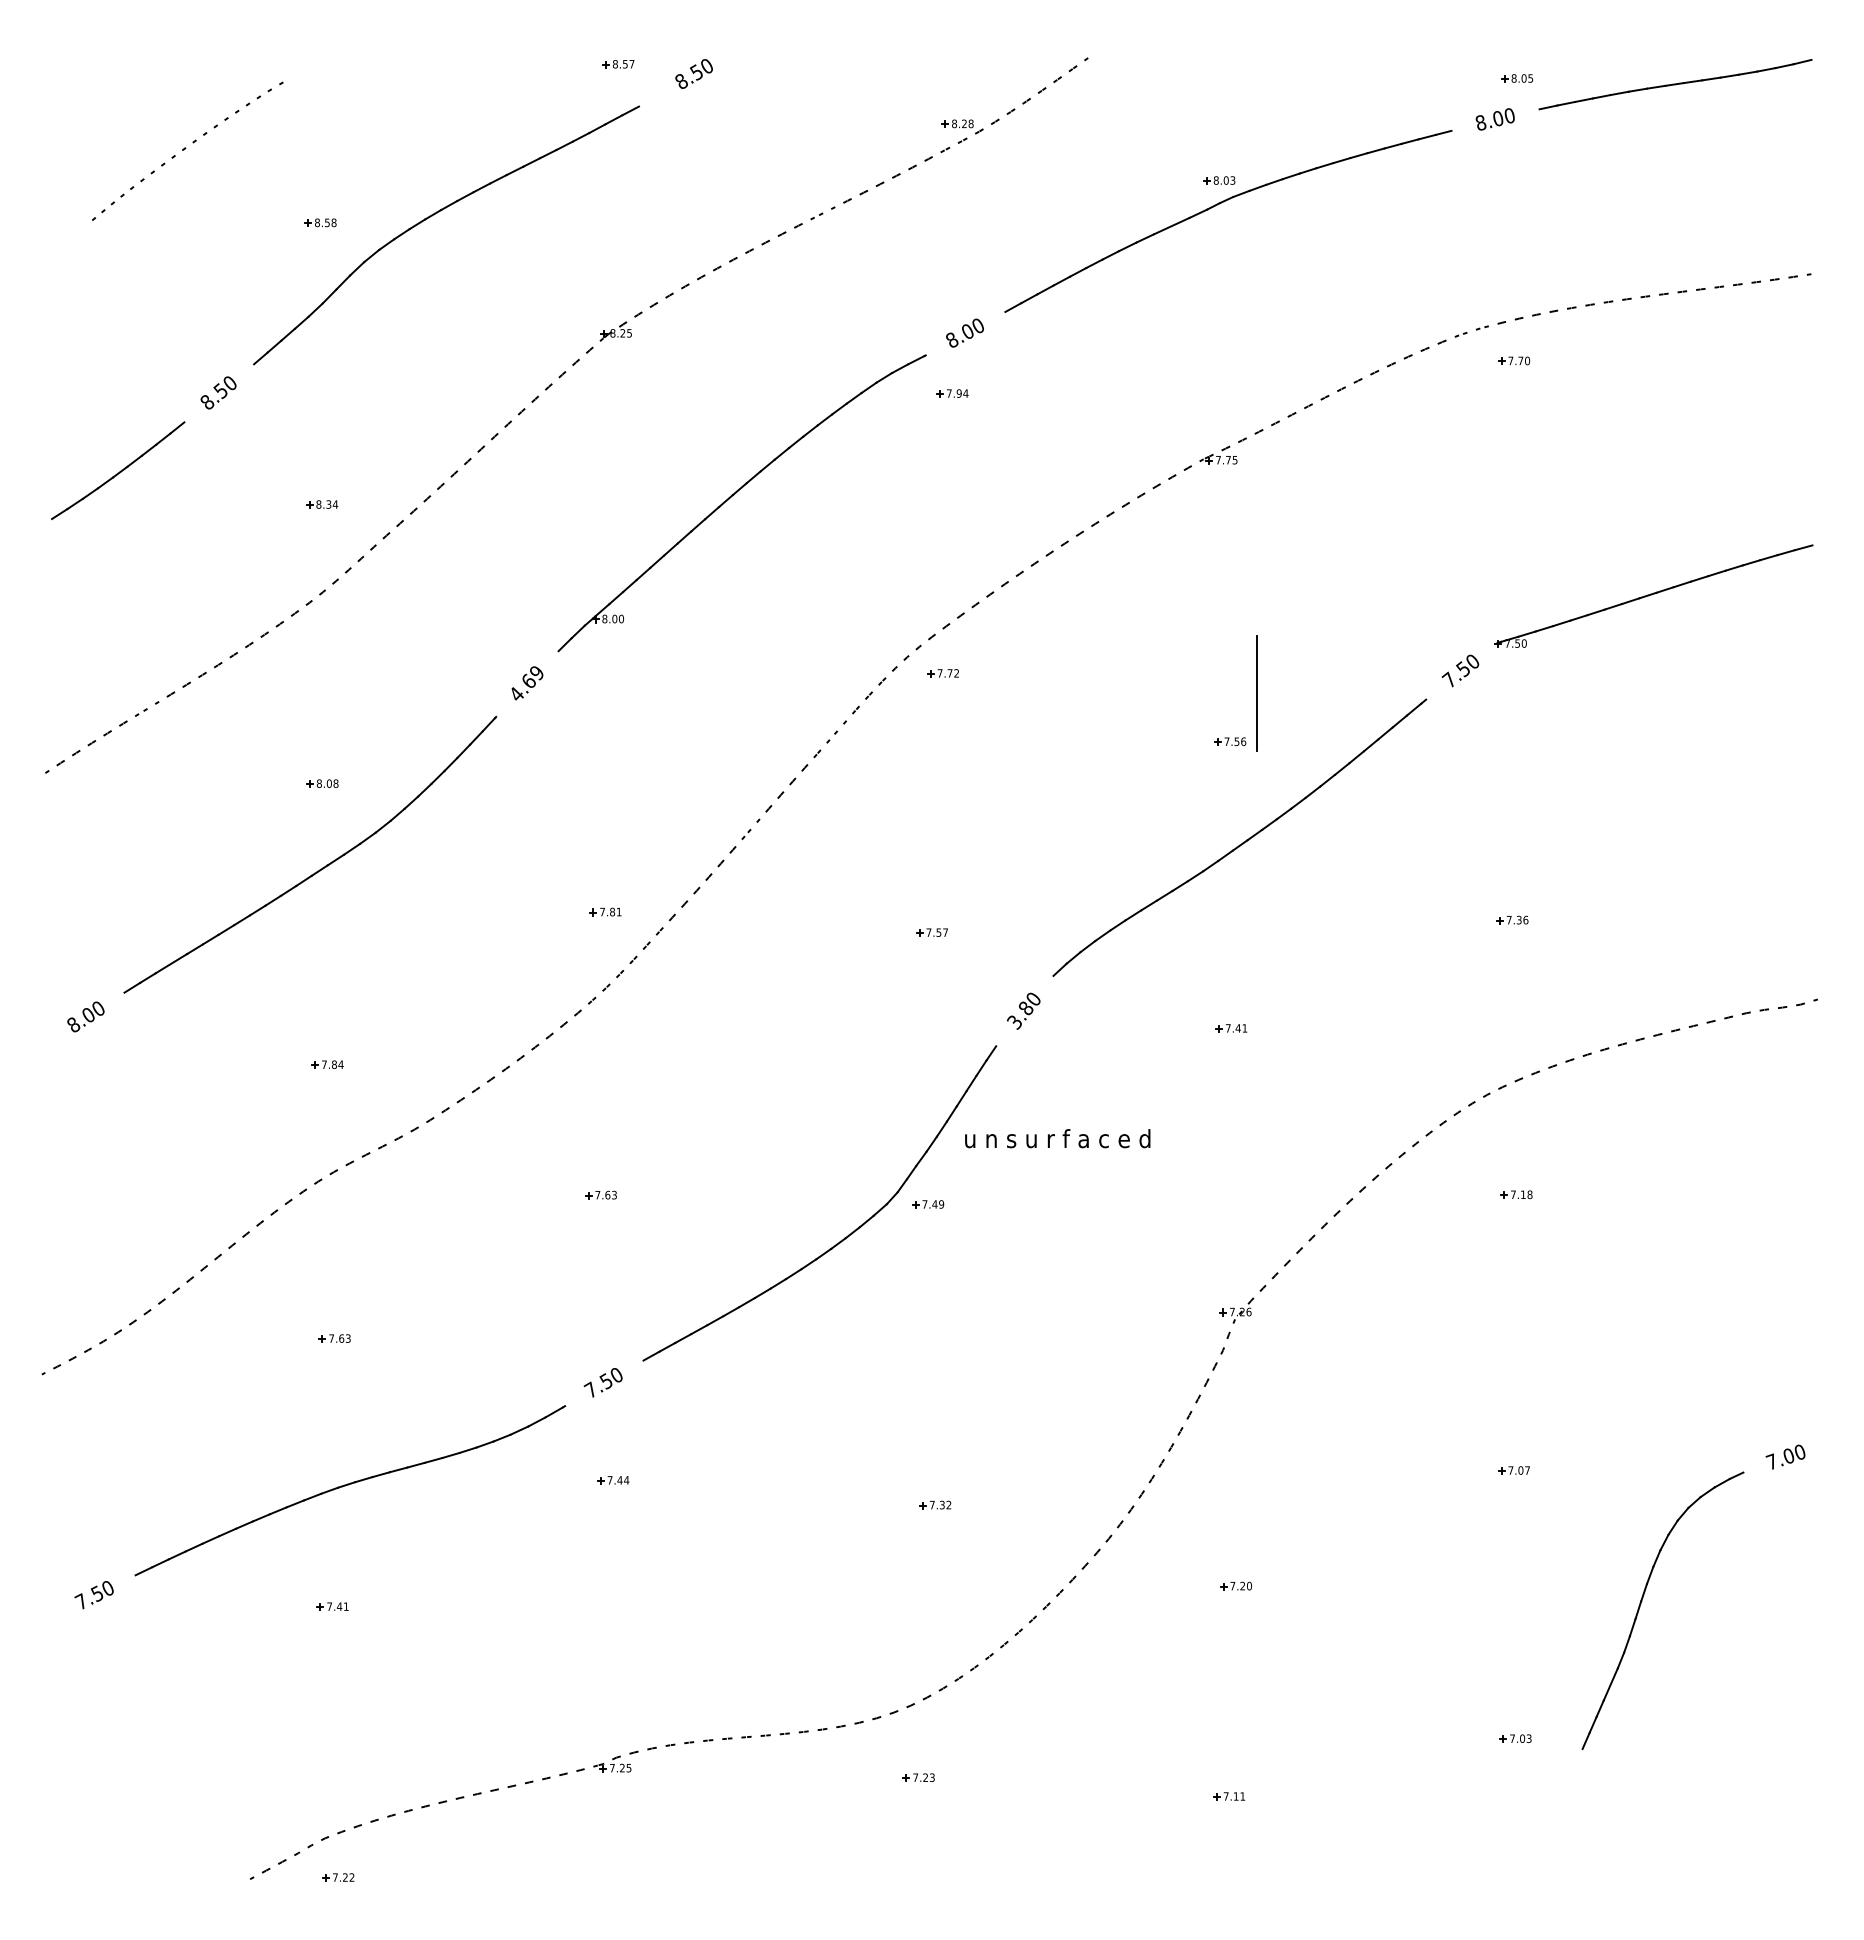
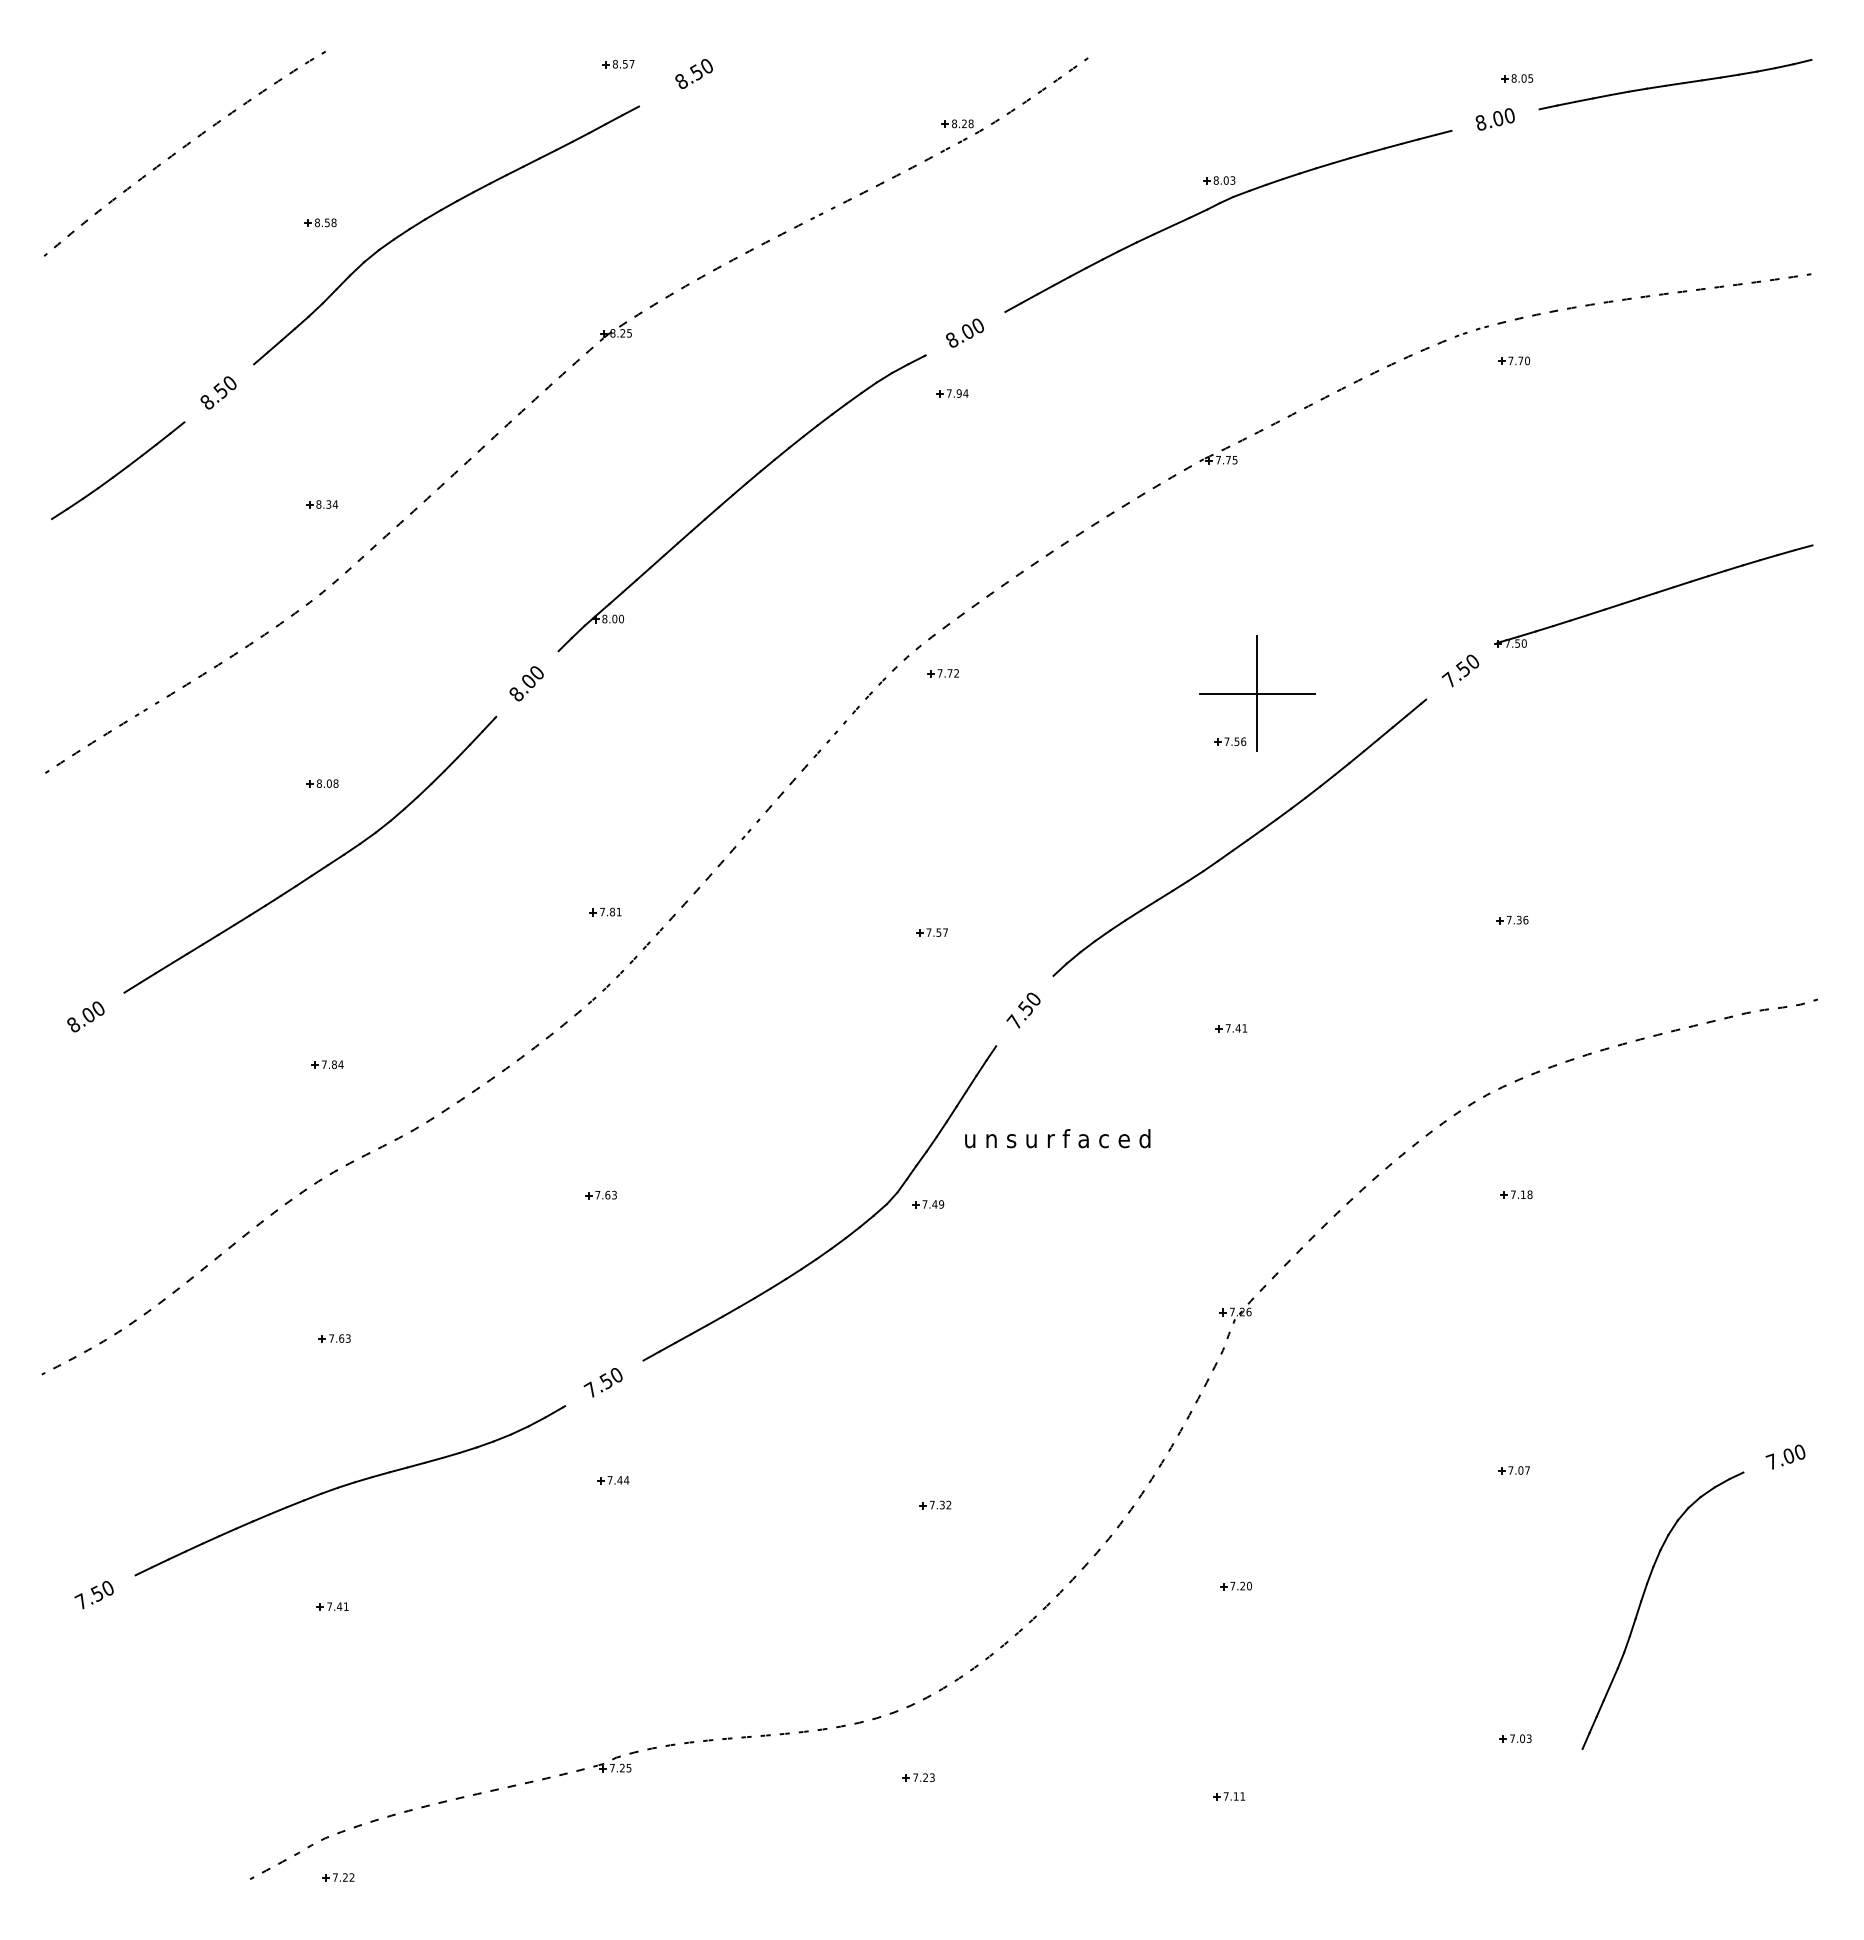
part at (187, 150) size: 192x140 px -> 283x206 px
text at (526, 683): 4.69 -> 8.00
line at (1256, 693): none -> present
text at (1019, 1015): 3.80 -> 7.50
